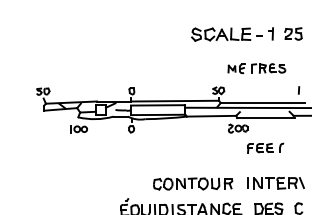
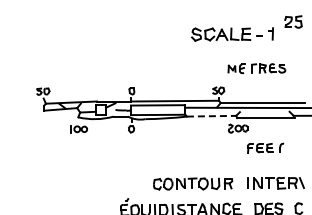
part at (293, 33) position: (293, 33) -> (293, 21)
line at (299, 90): present -> none
line at (211, 116): solid -> dashed
